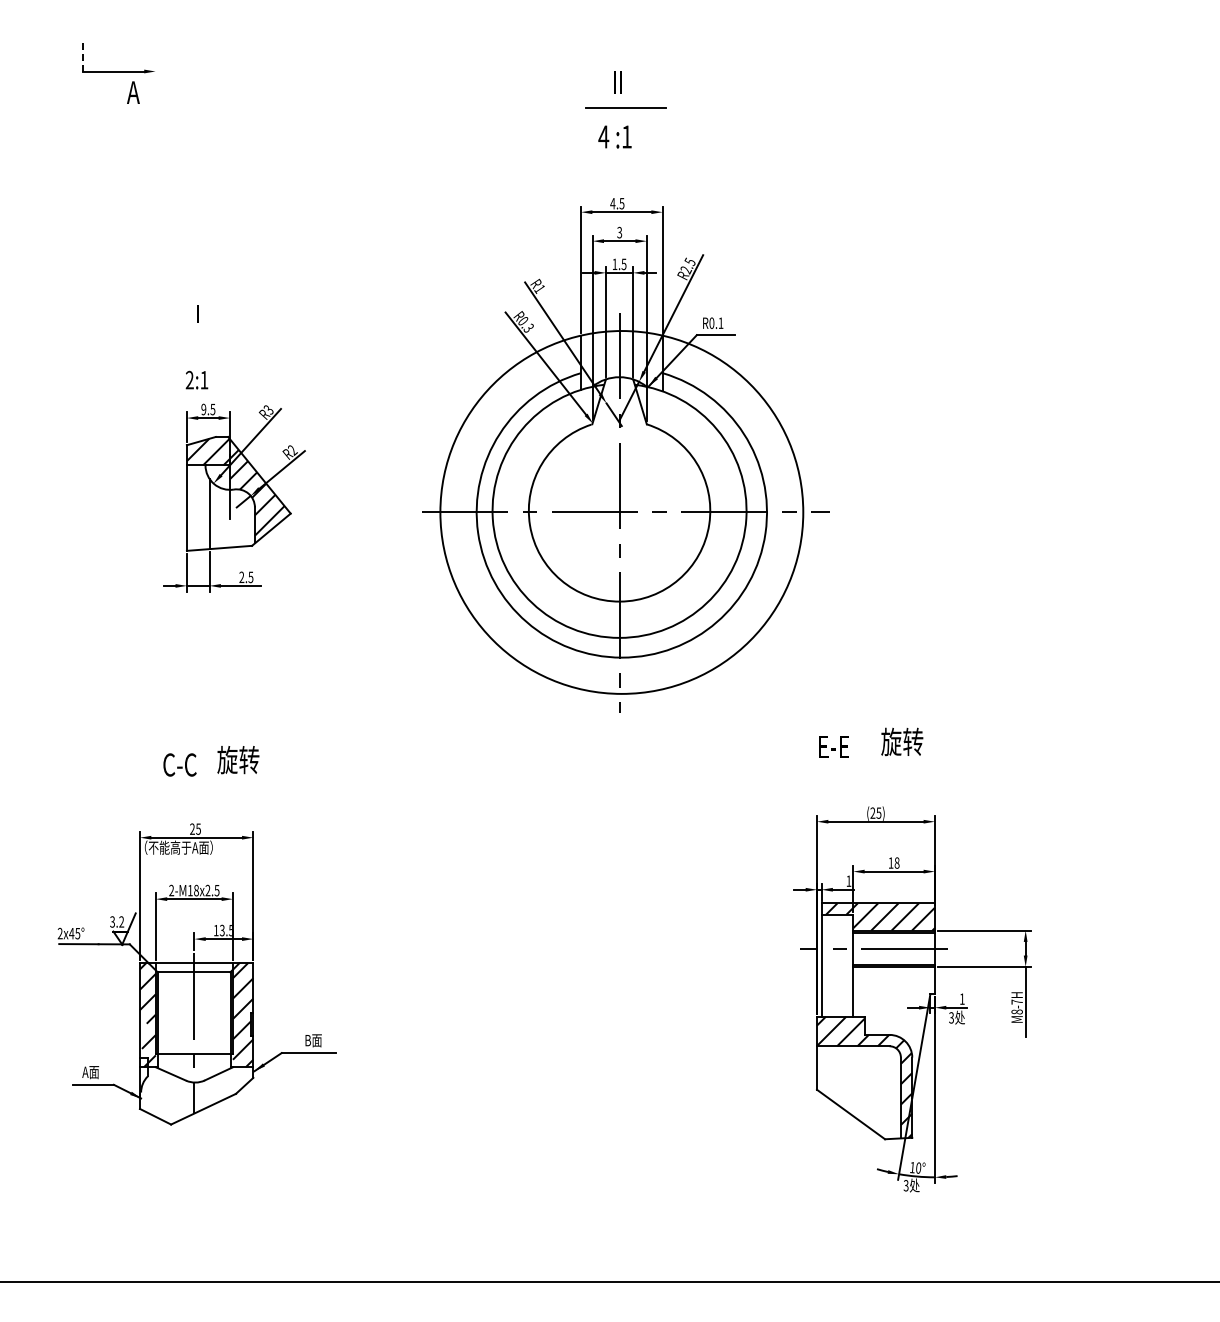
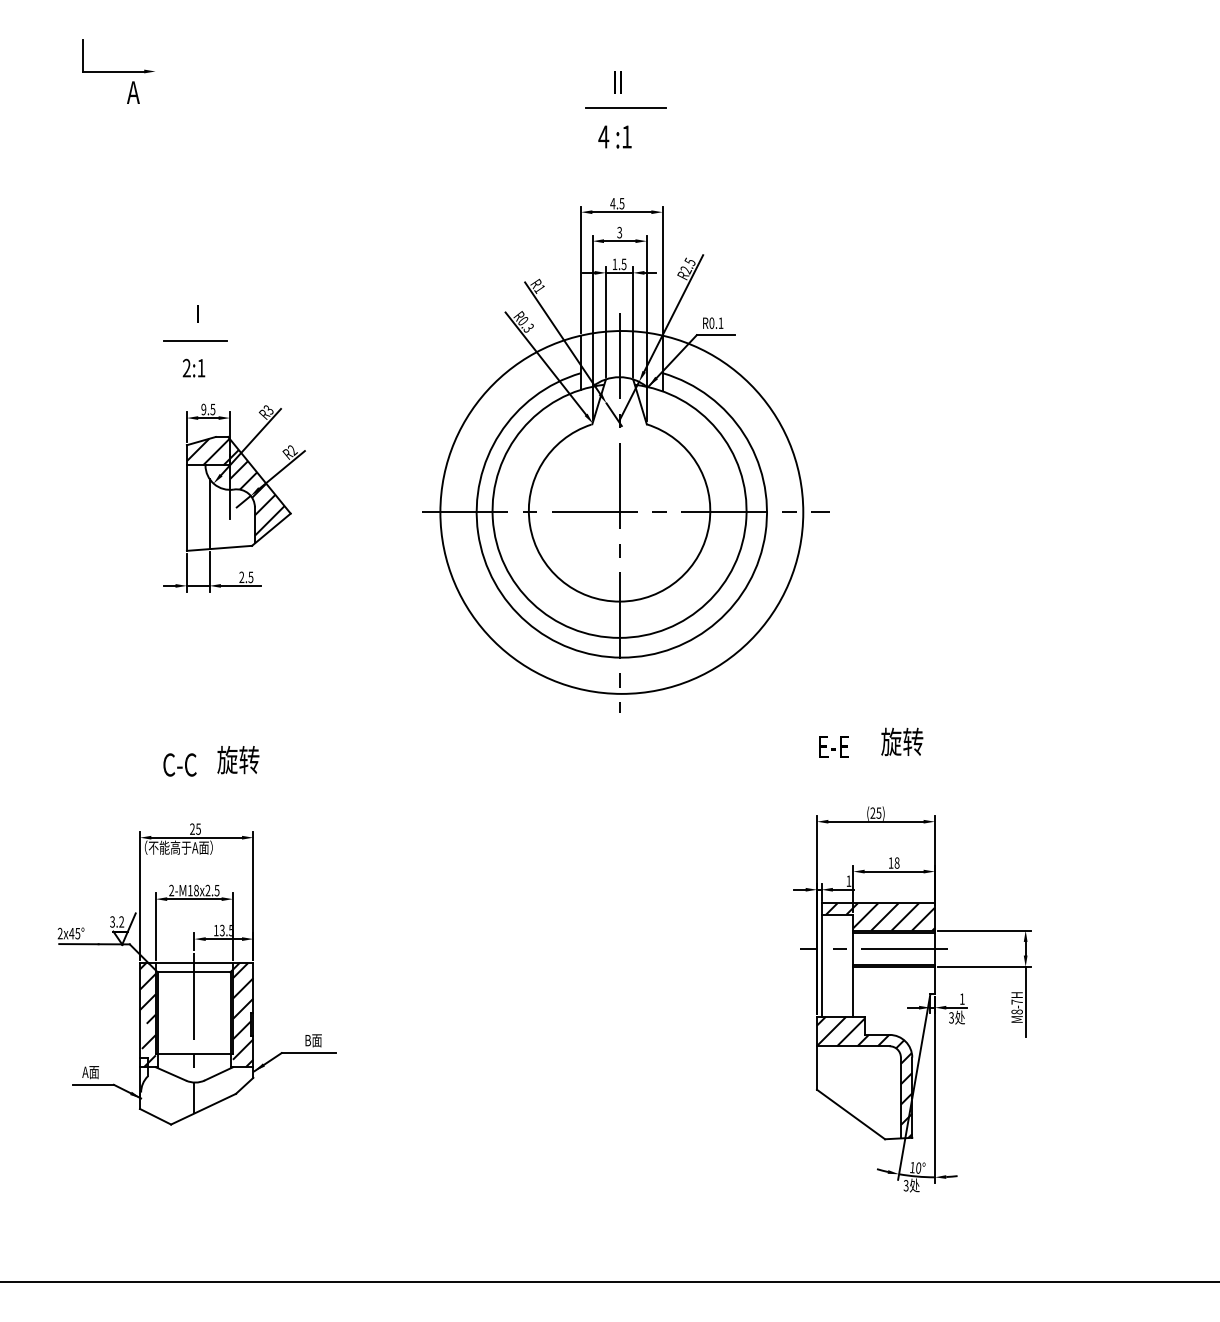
line at (82, 55): dashed -> solid
line at (195, 340): none -> present
text at (196, 379) position: (196, 379) -> (193, 367)
